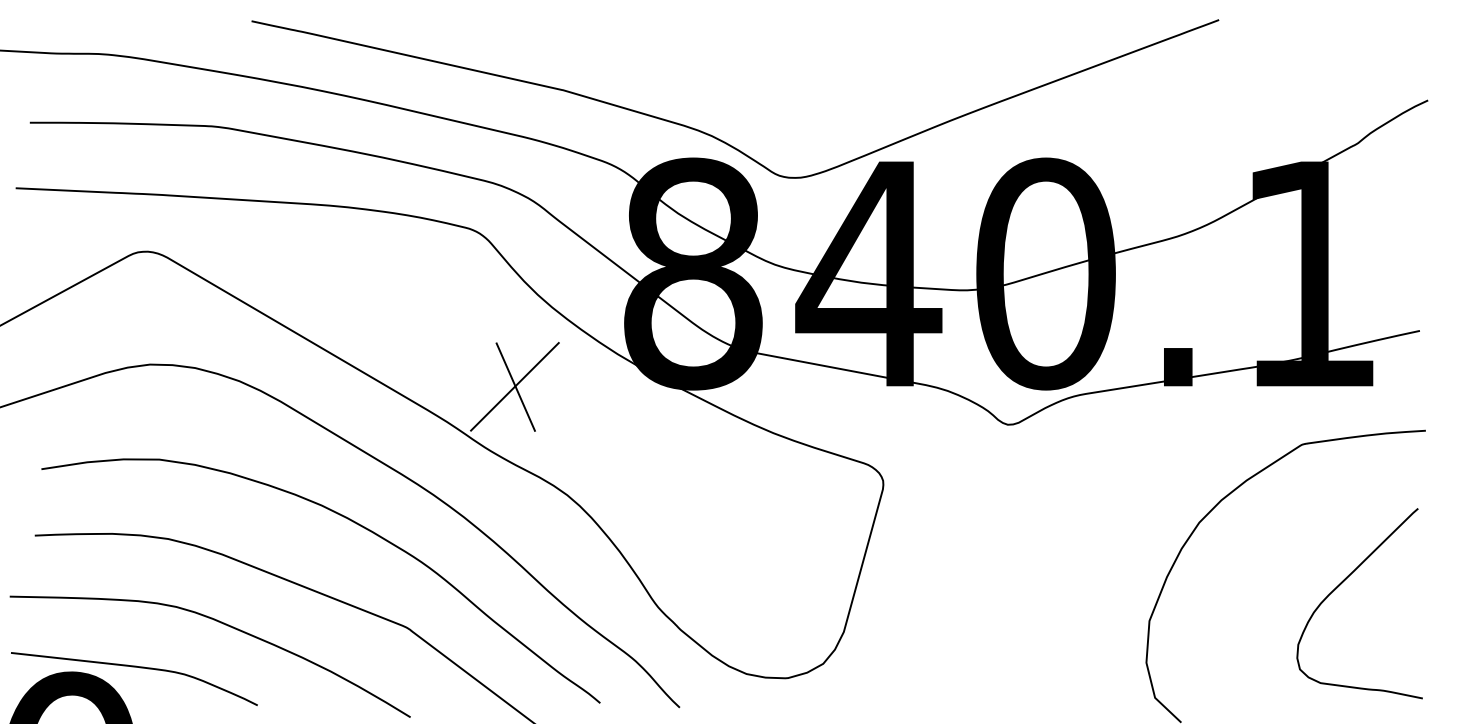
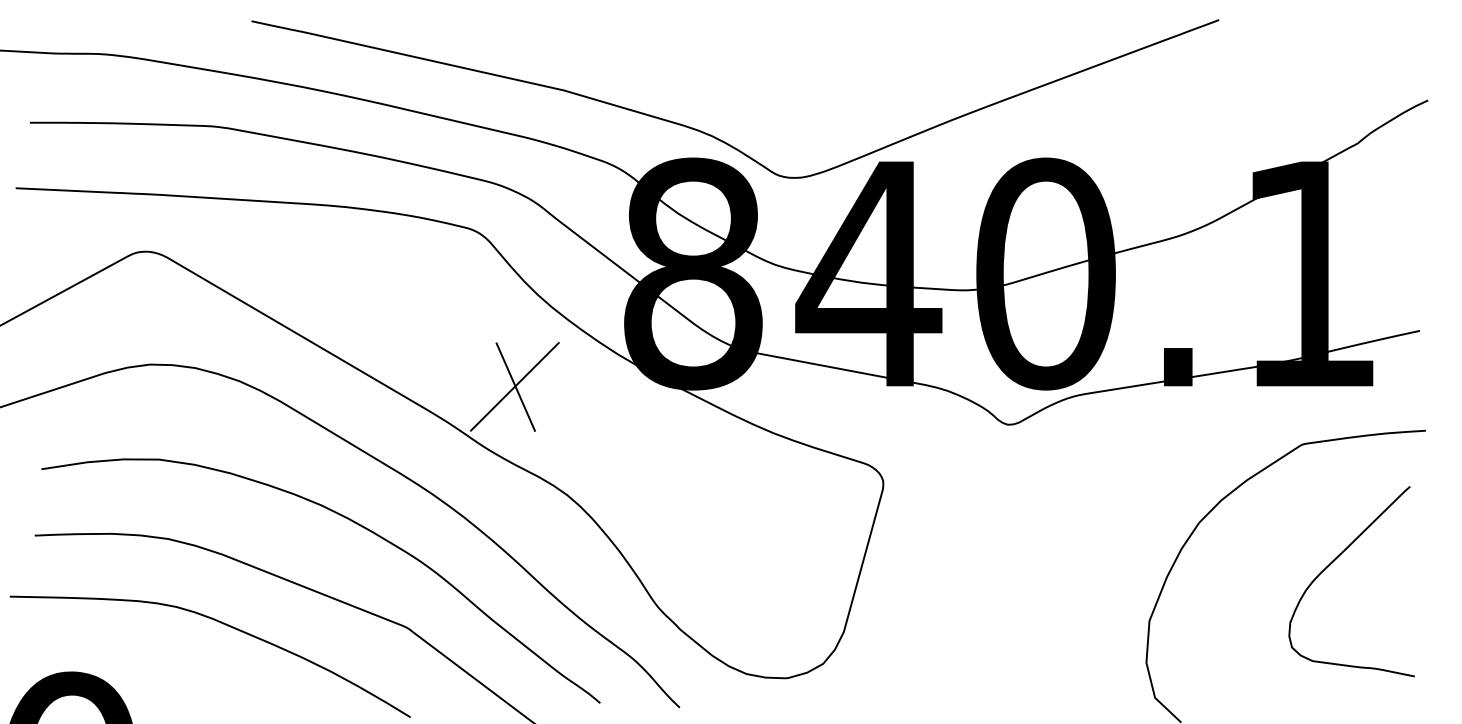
curve at (1341, 584) position: (1341, 584) -> (1333, 562)
curve at (134, 667): present -> none
